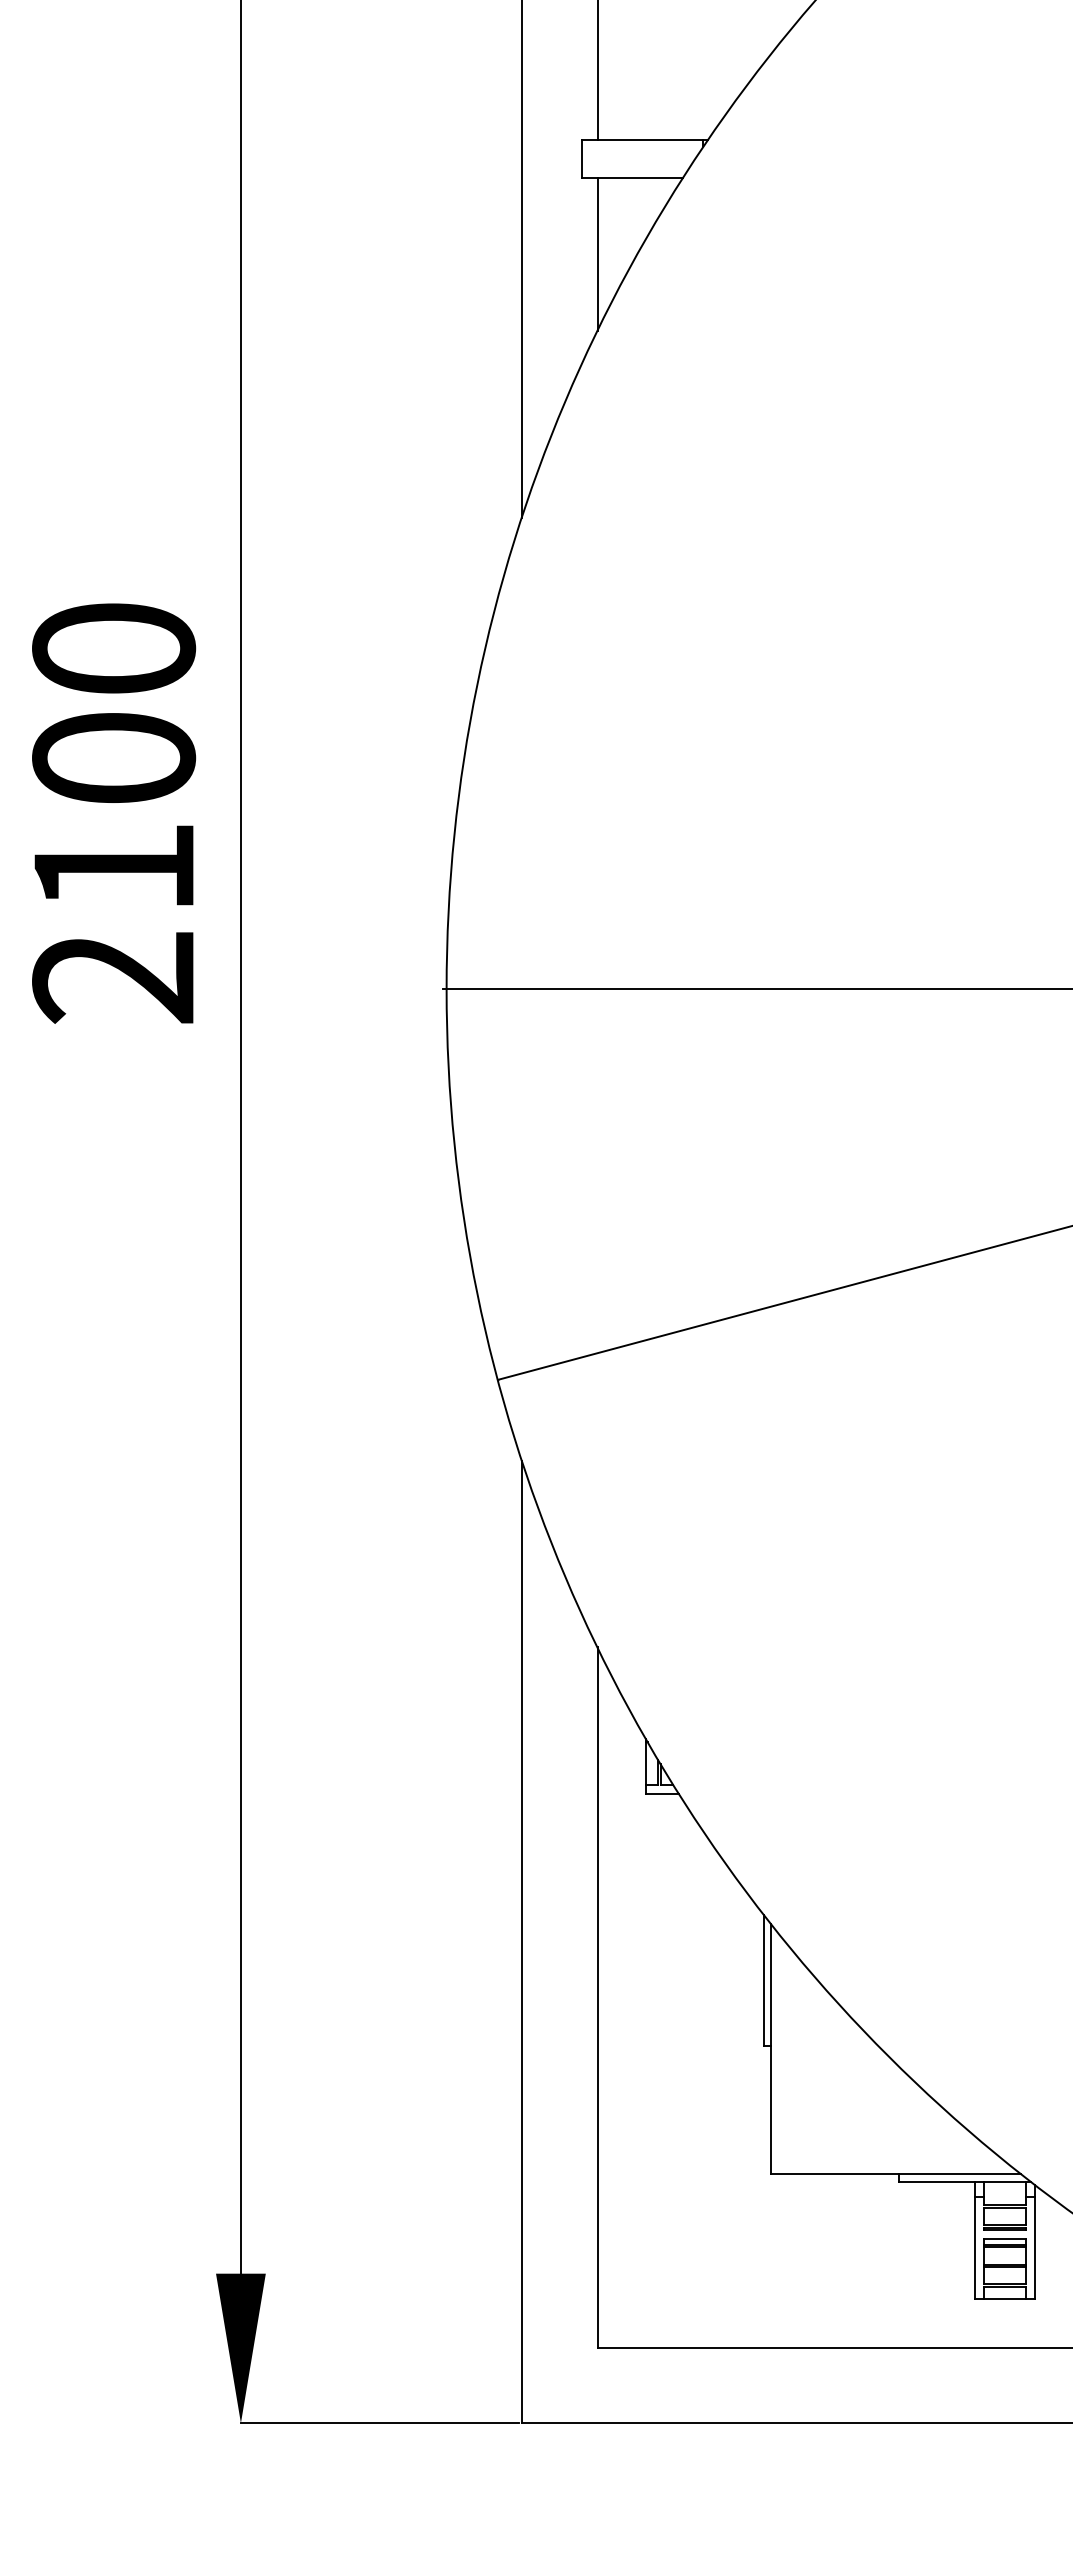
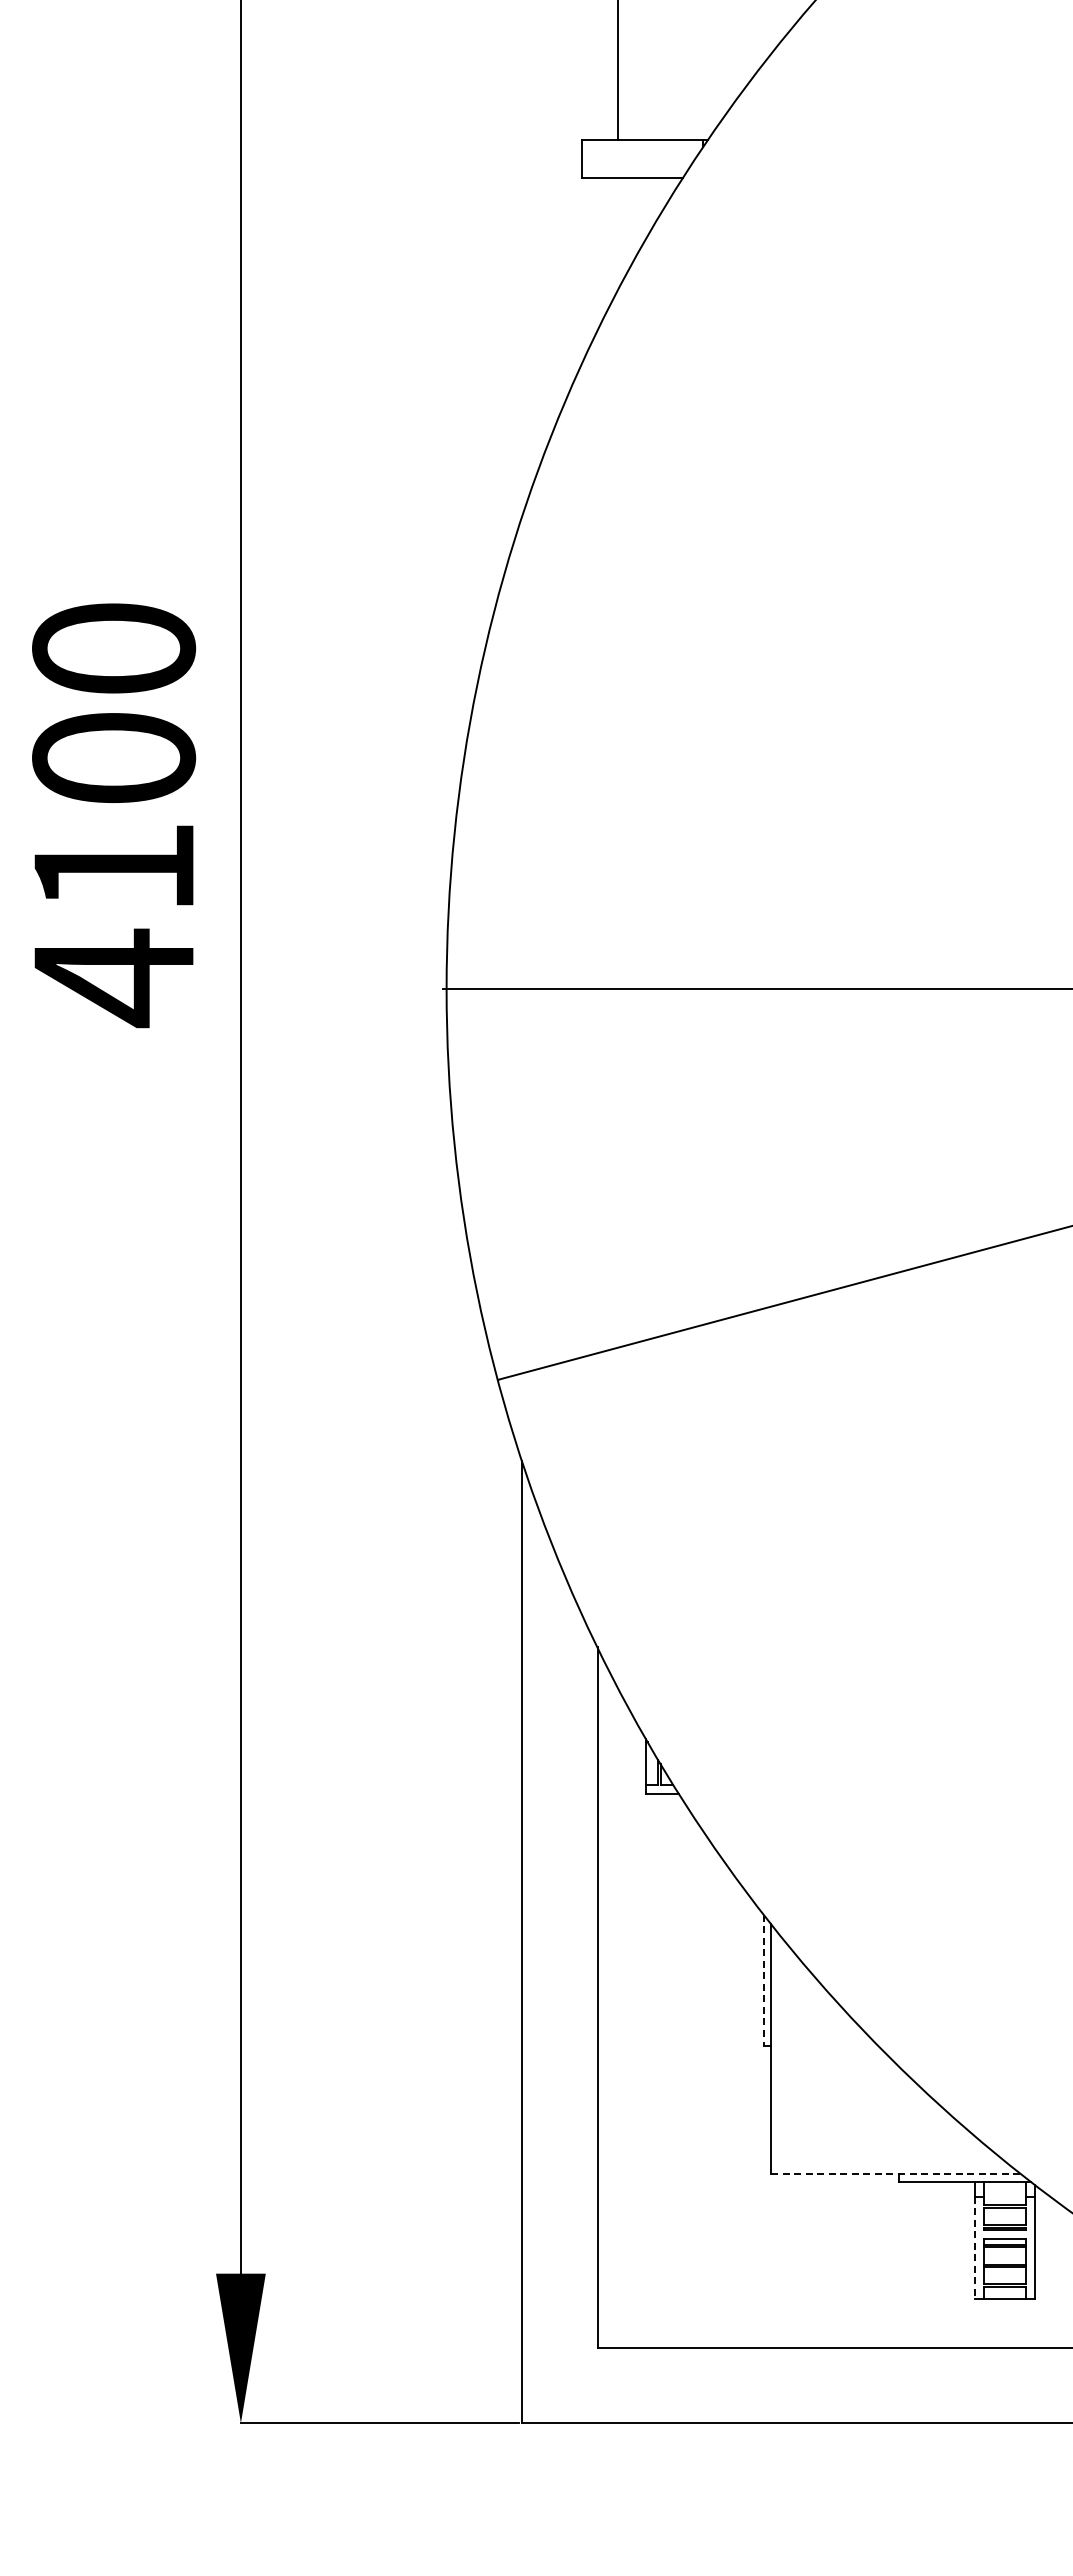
line at (597, 71) position: (597, 71) -> (617, 71)
line at (597, 254): present -> none
line at (522, 259): present -> none
text at (112, 978): 2100 -> 4100
line at (763, 1980): solid -> dashed
line at (896, 2174): solid -> dashed
line at (974, 2248): solid -> dashed
